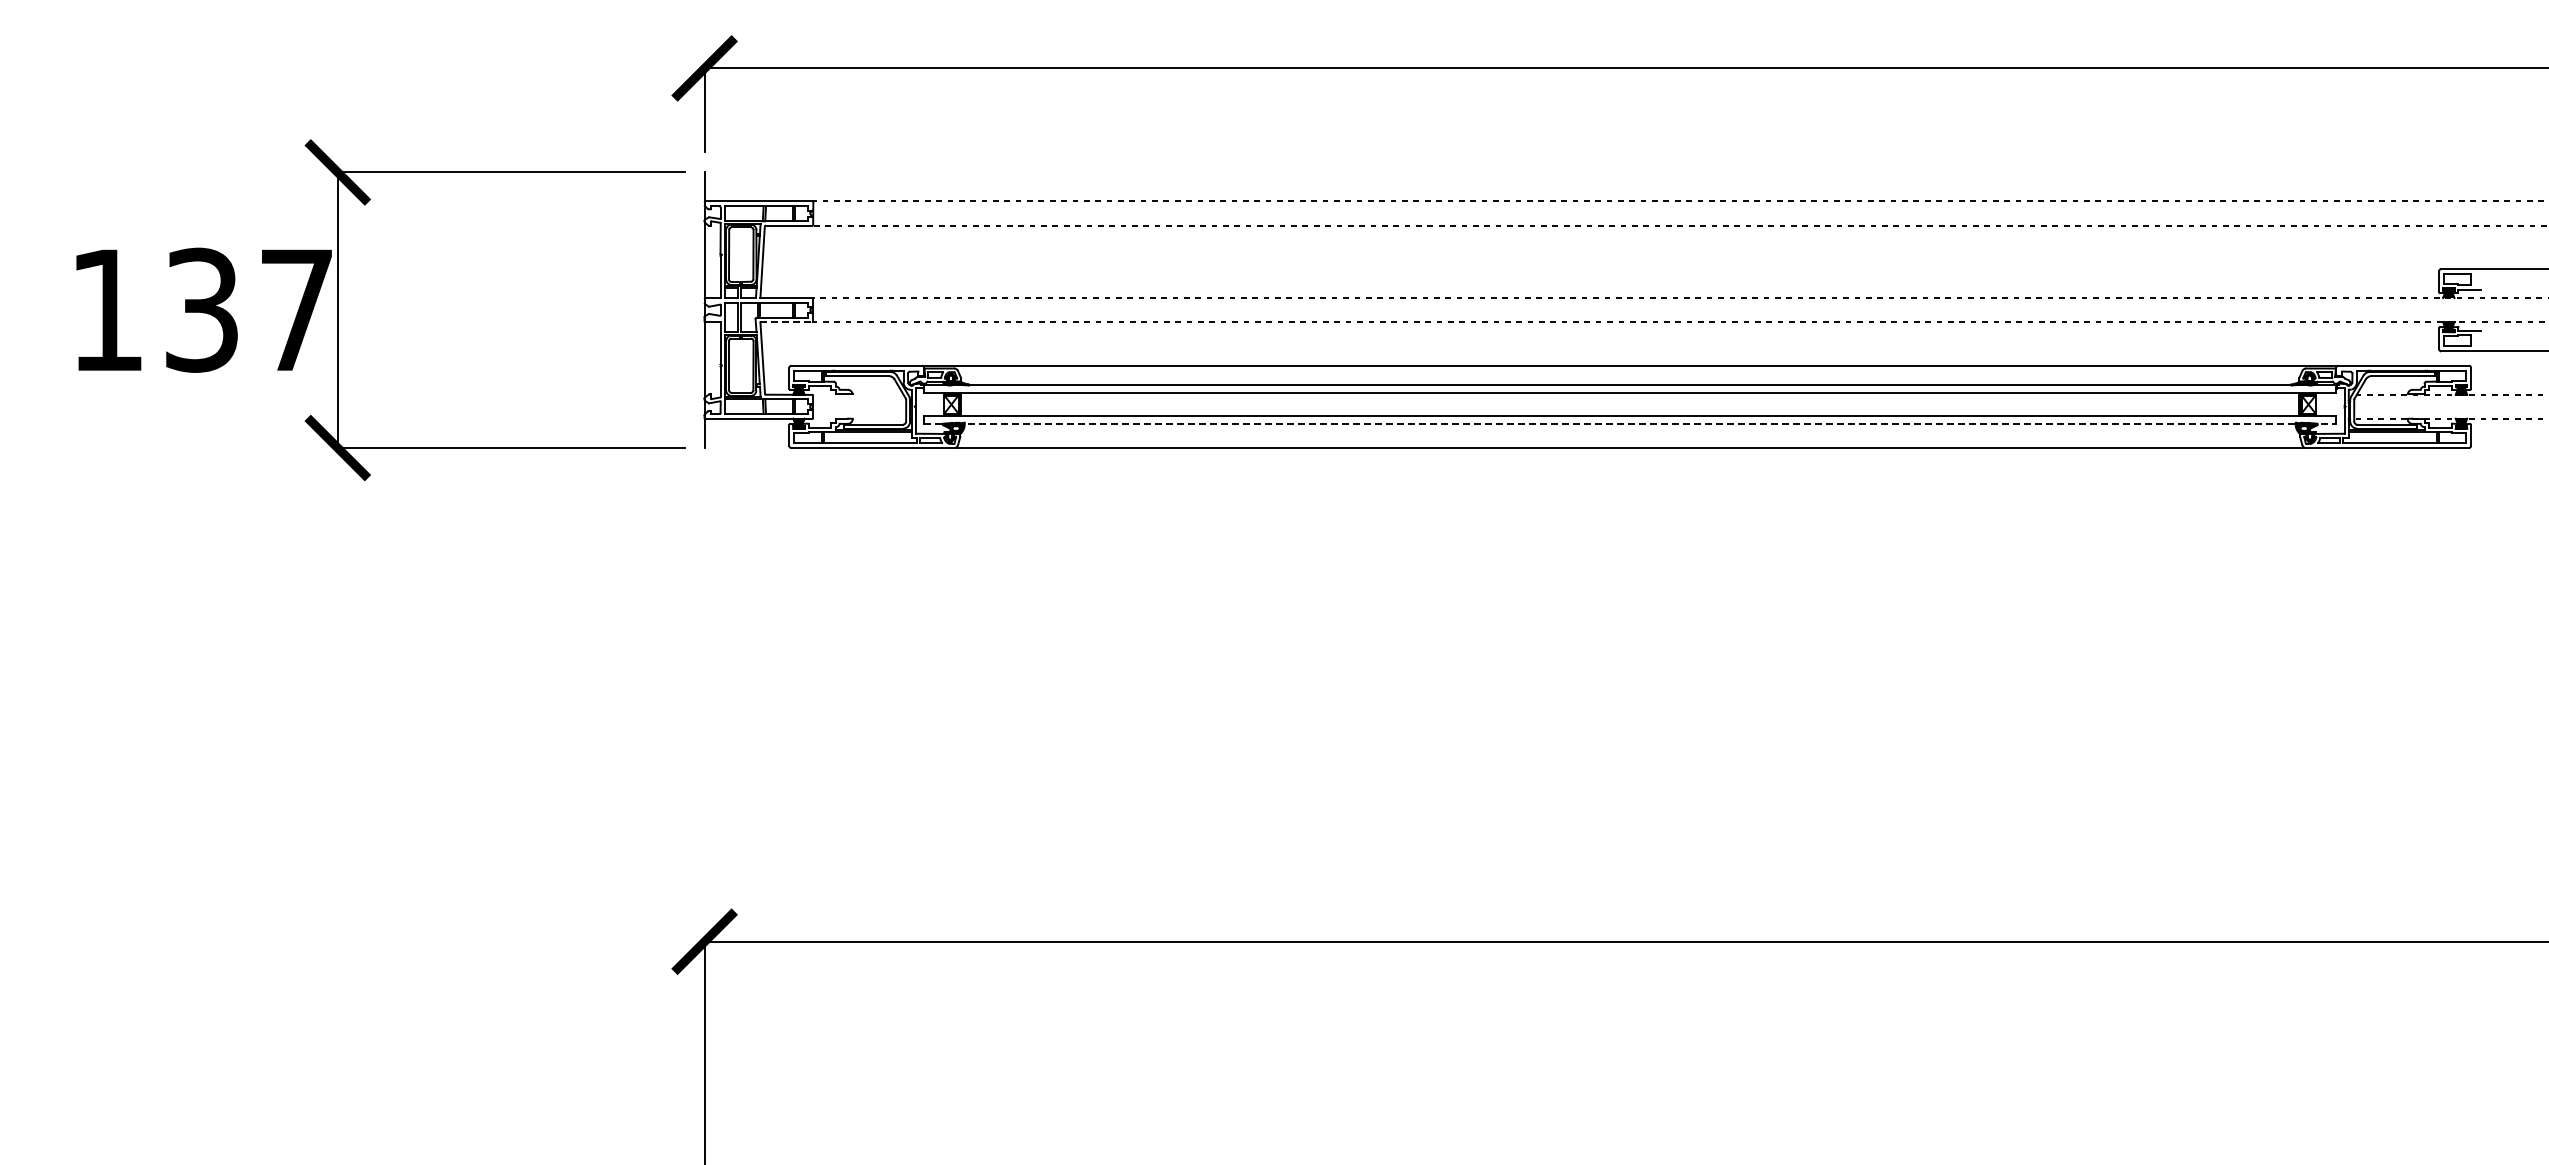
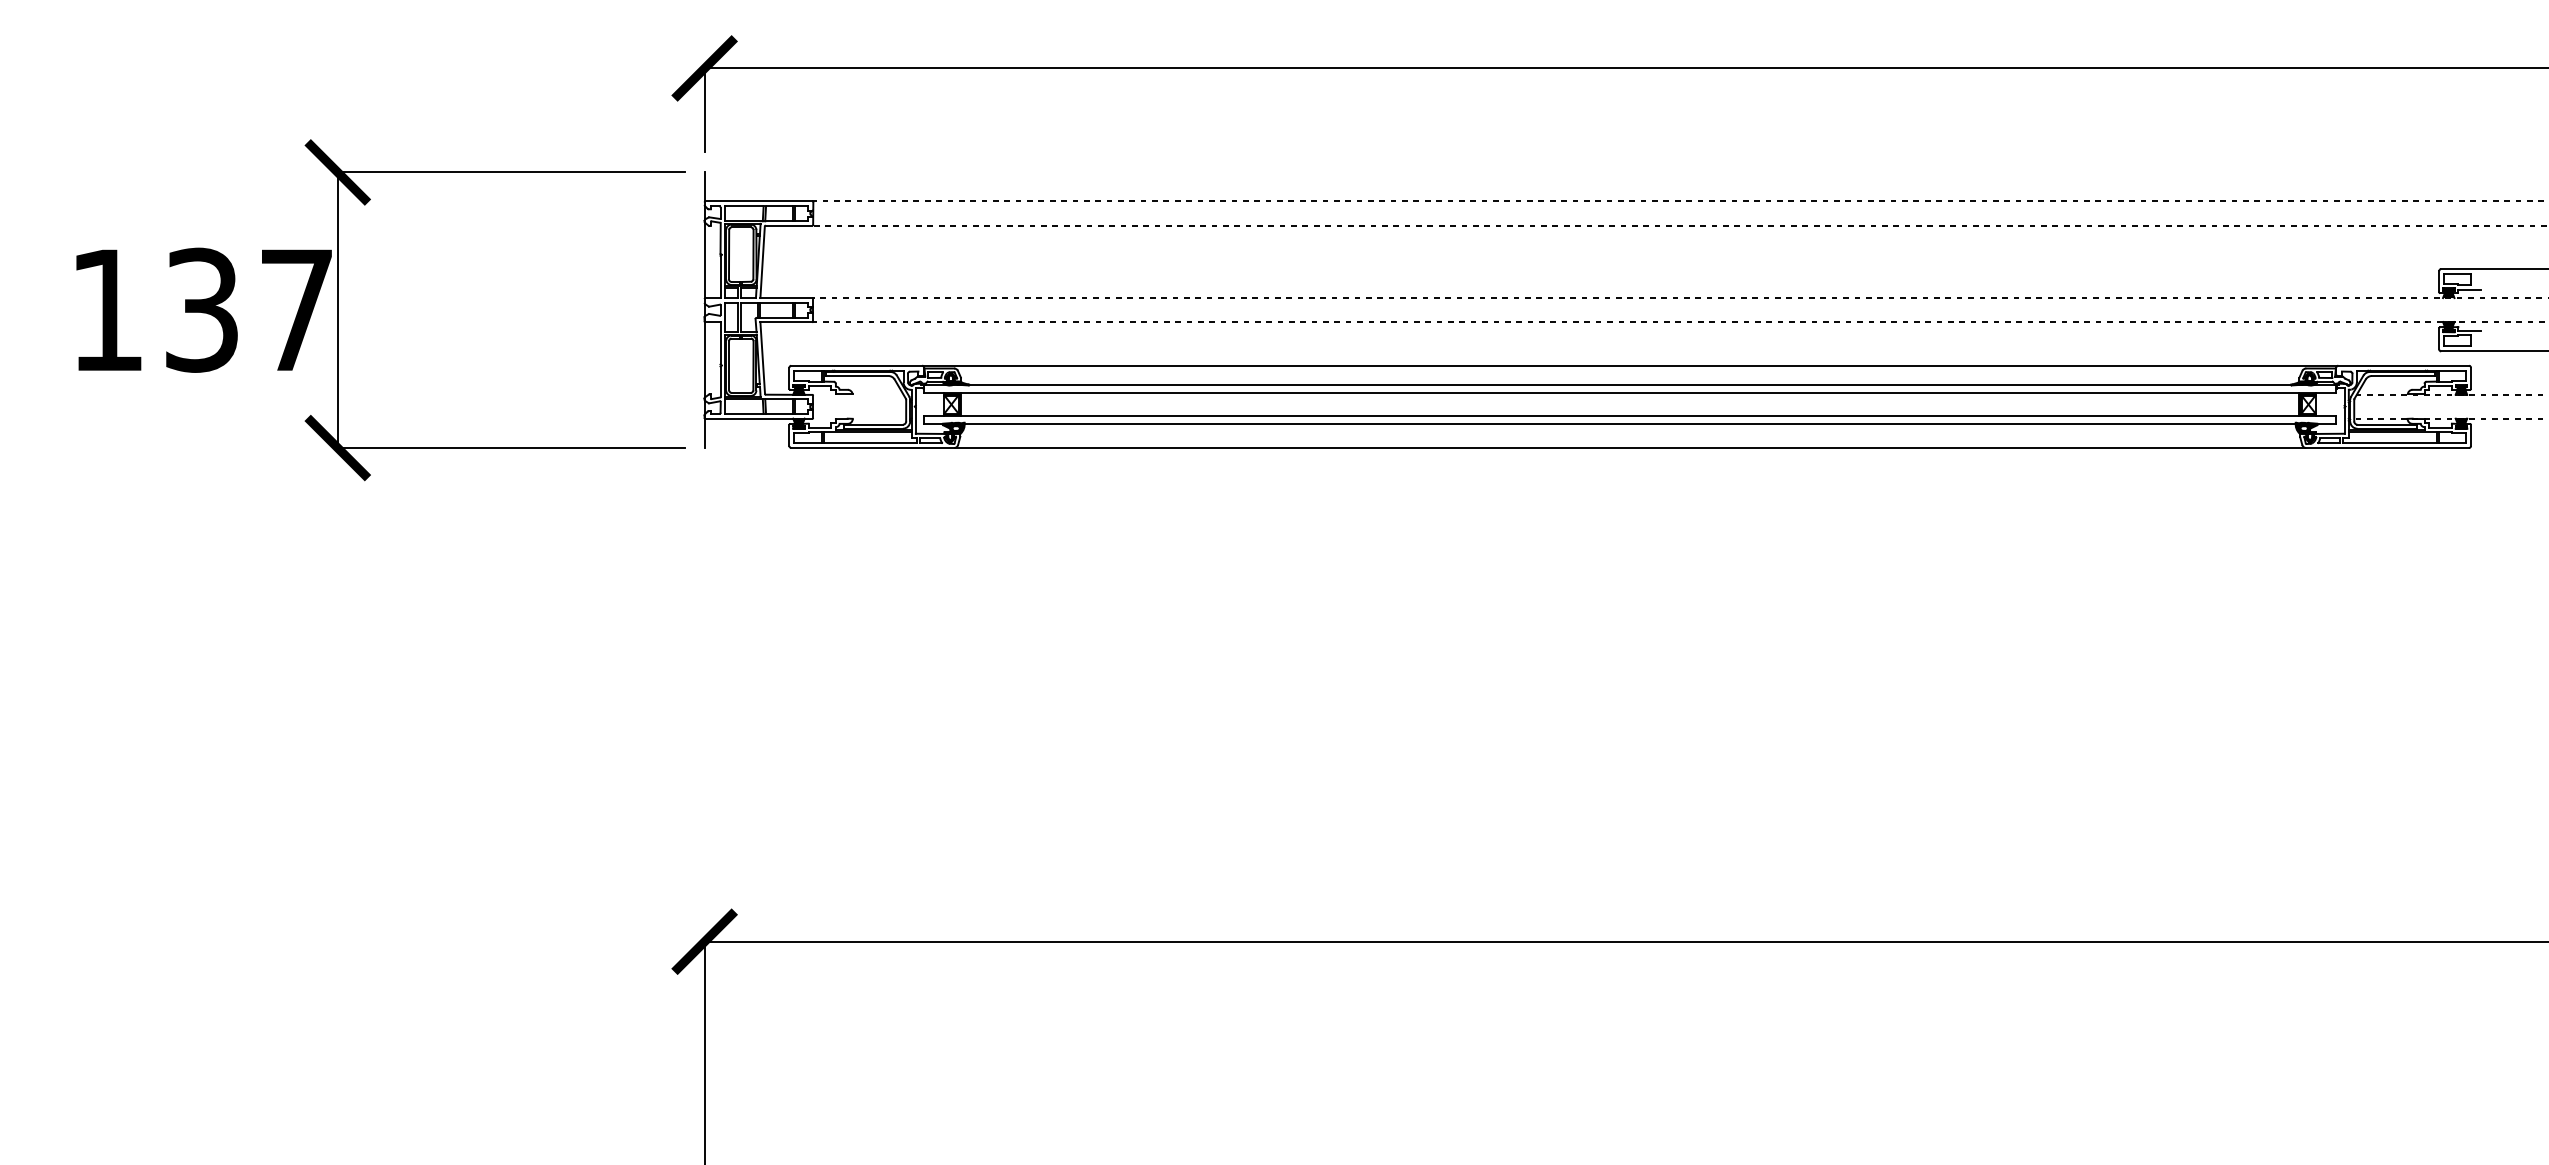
line at (786, 322): dashed -> solid
line at (1630, 423): dashed -> solid
